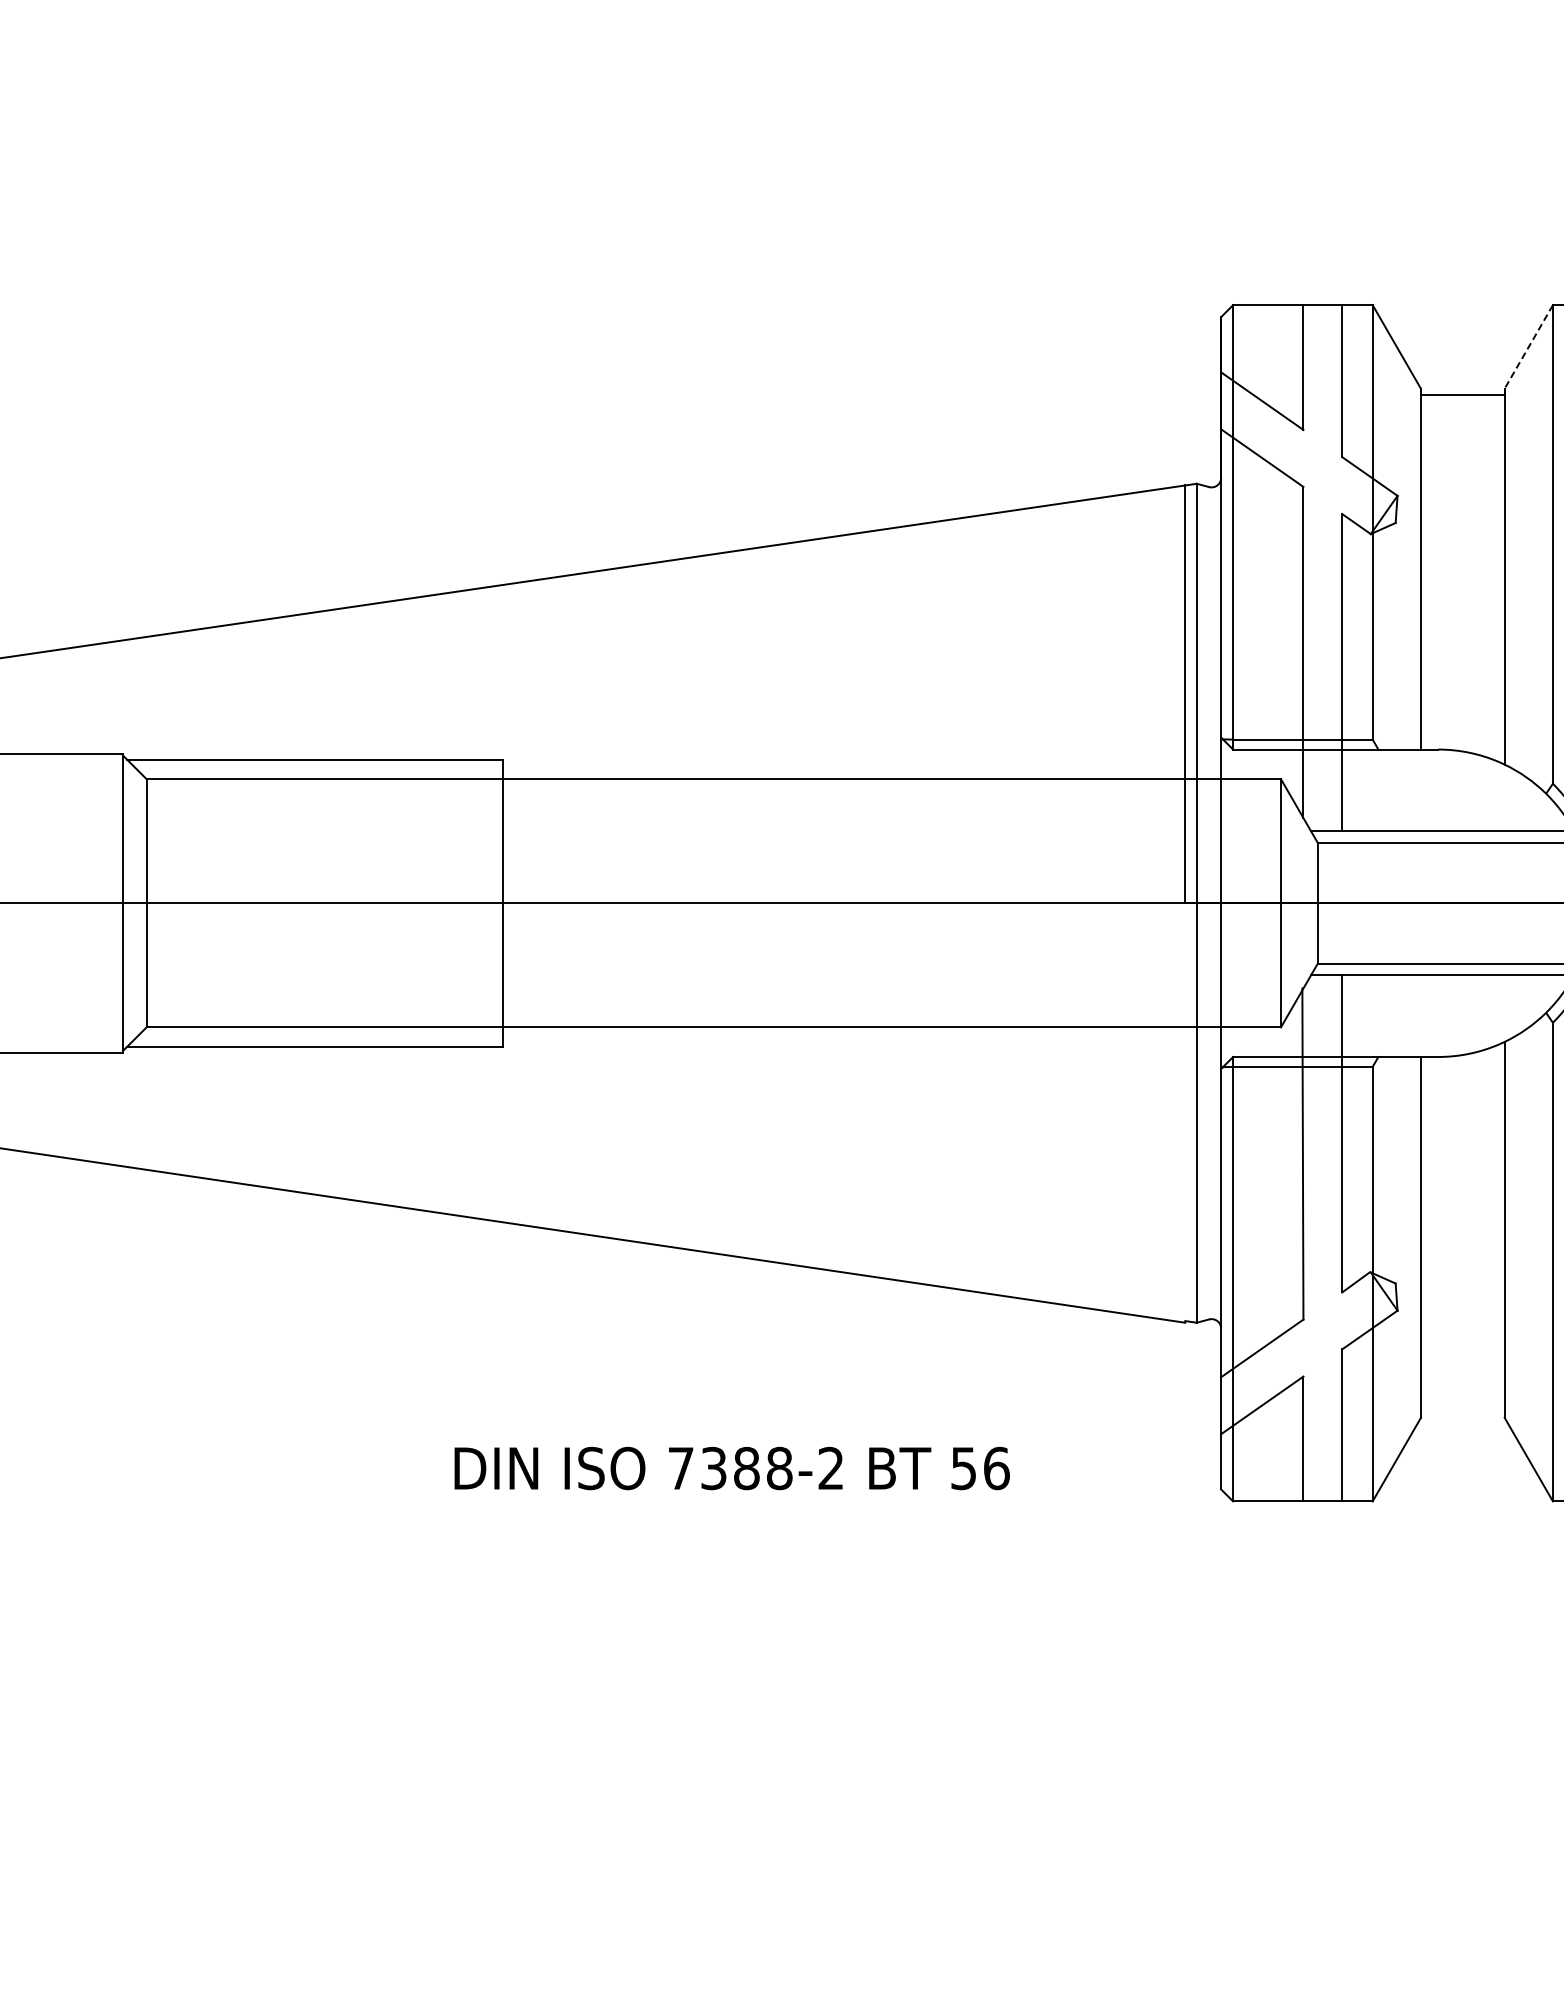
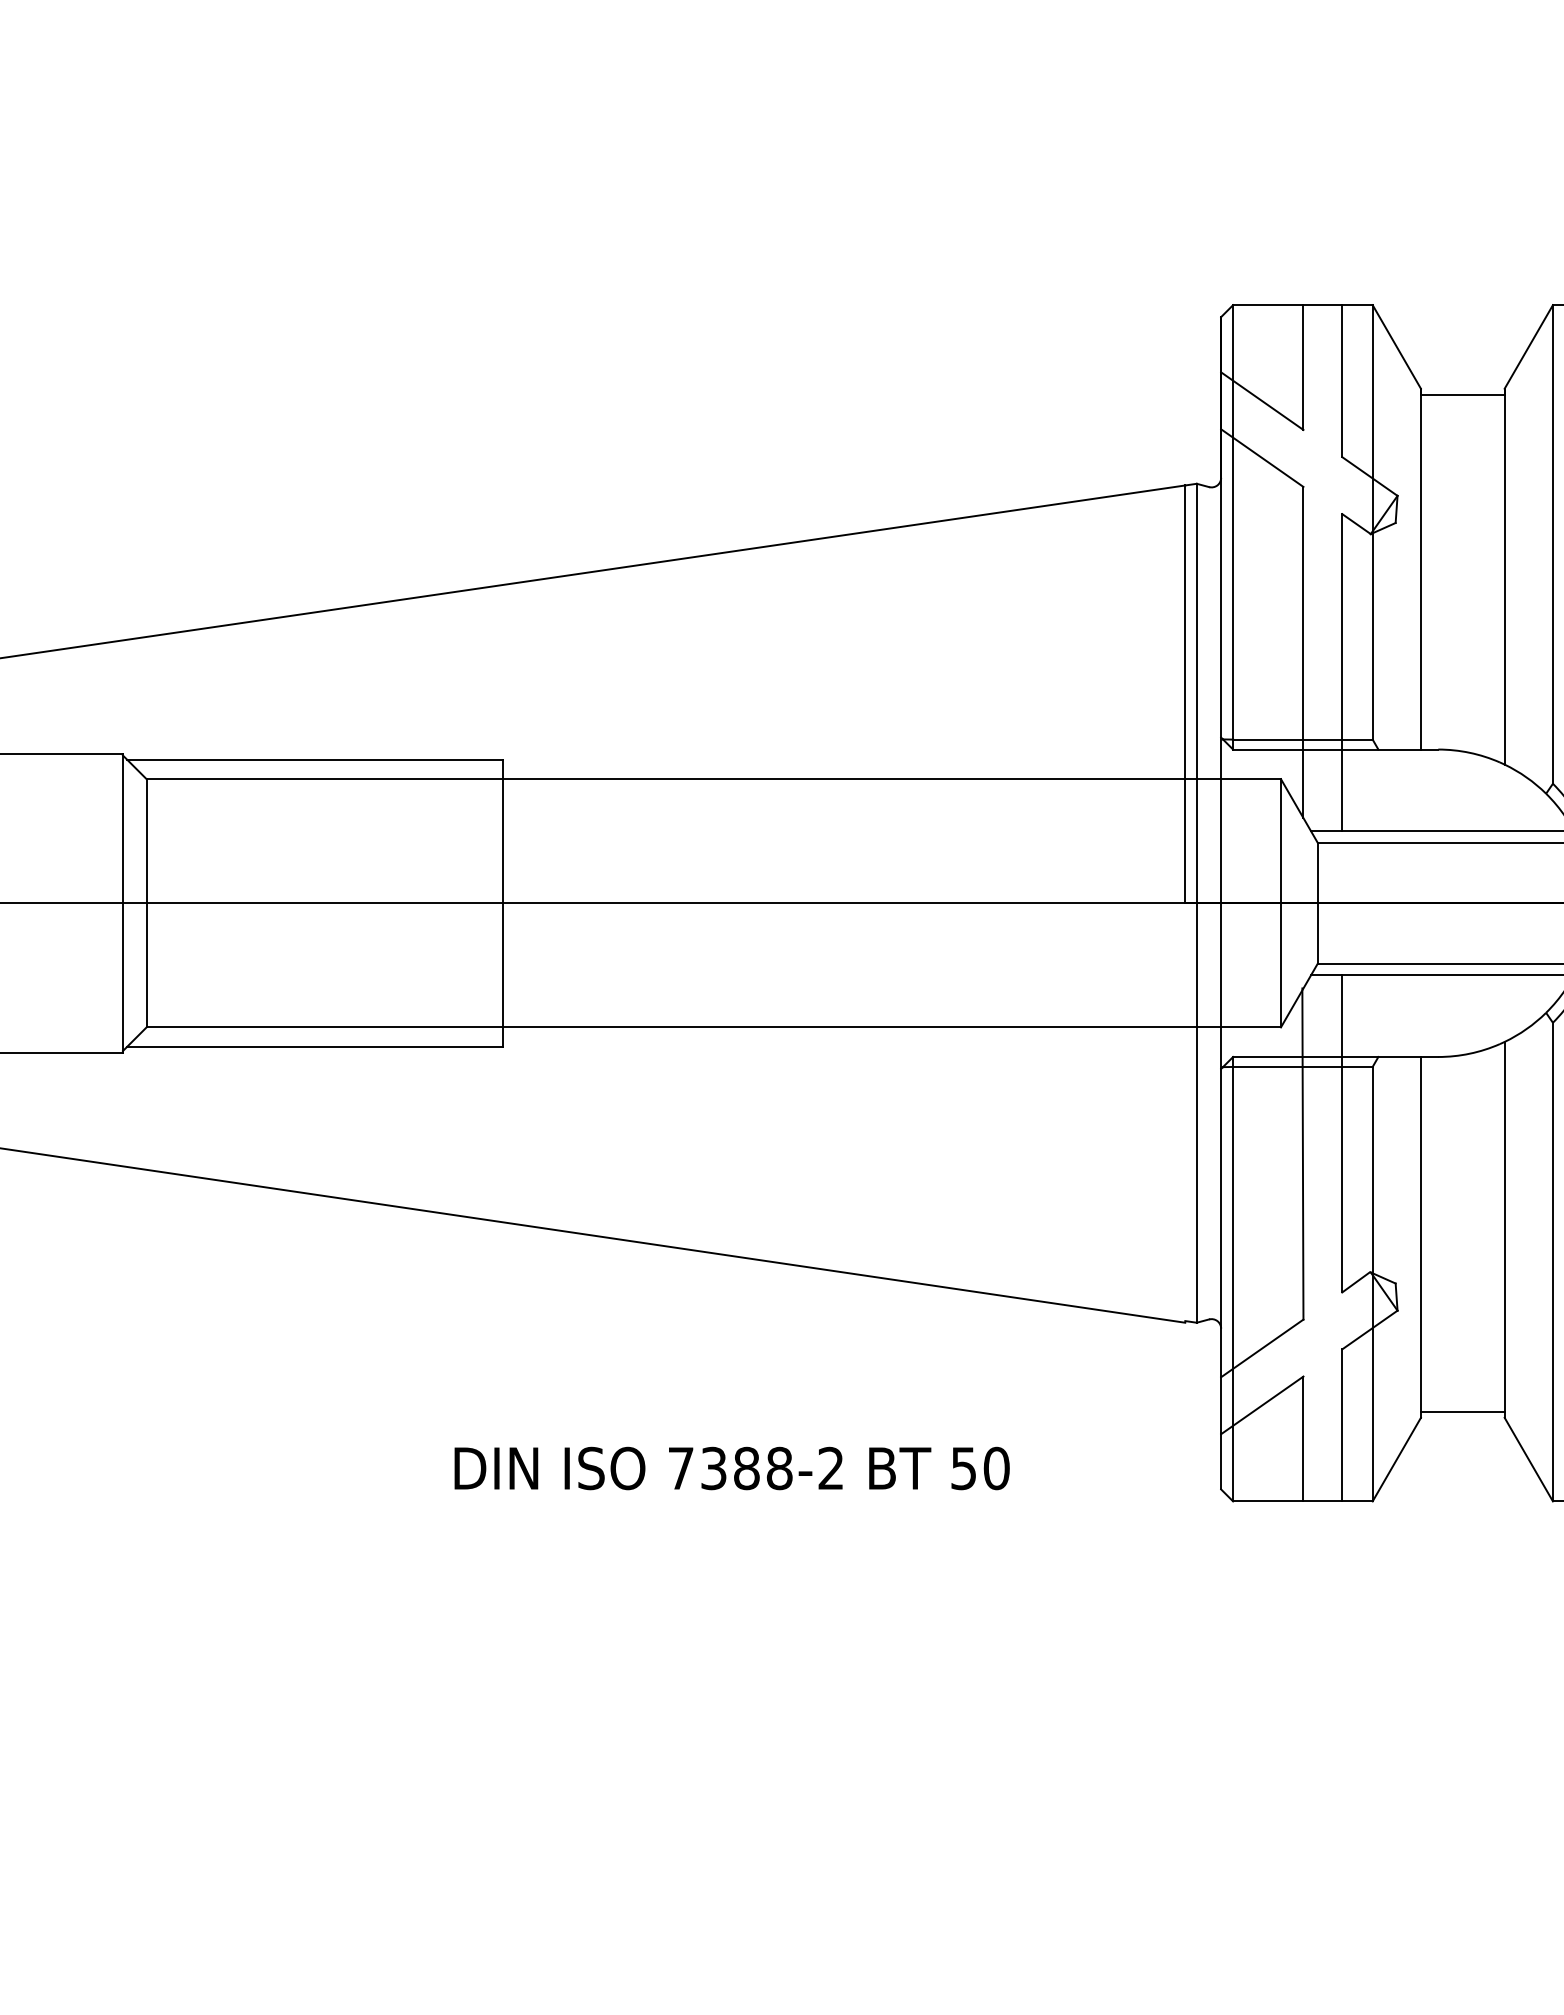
line at (1528, 347): dashed -> solid
line at (1462, 1411): none -> present
text at (996, 1467): 56 -> 50
